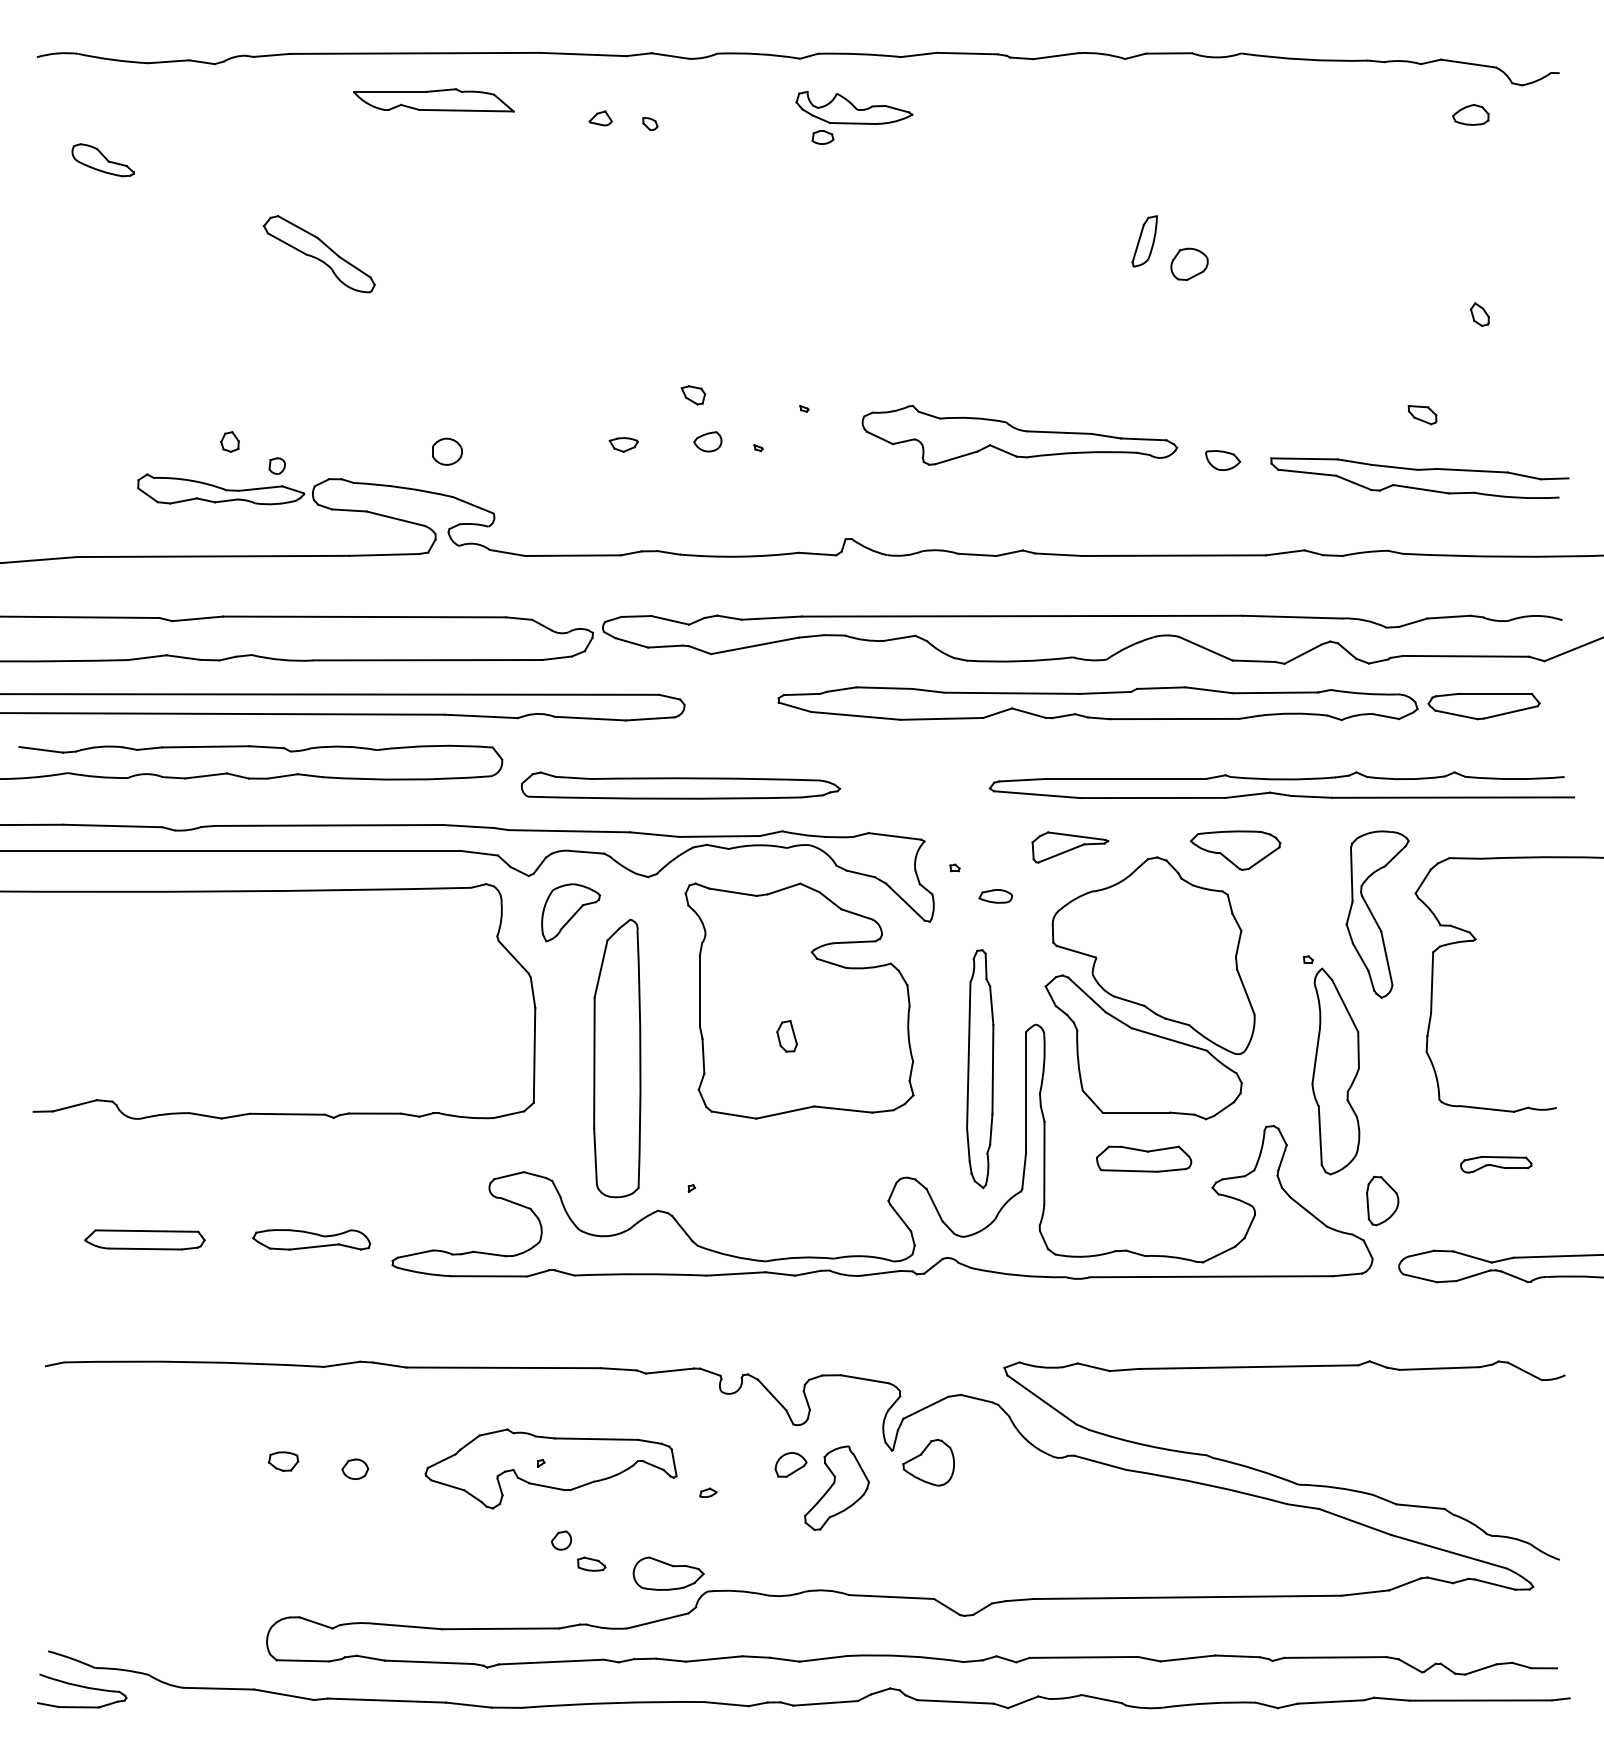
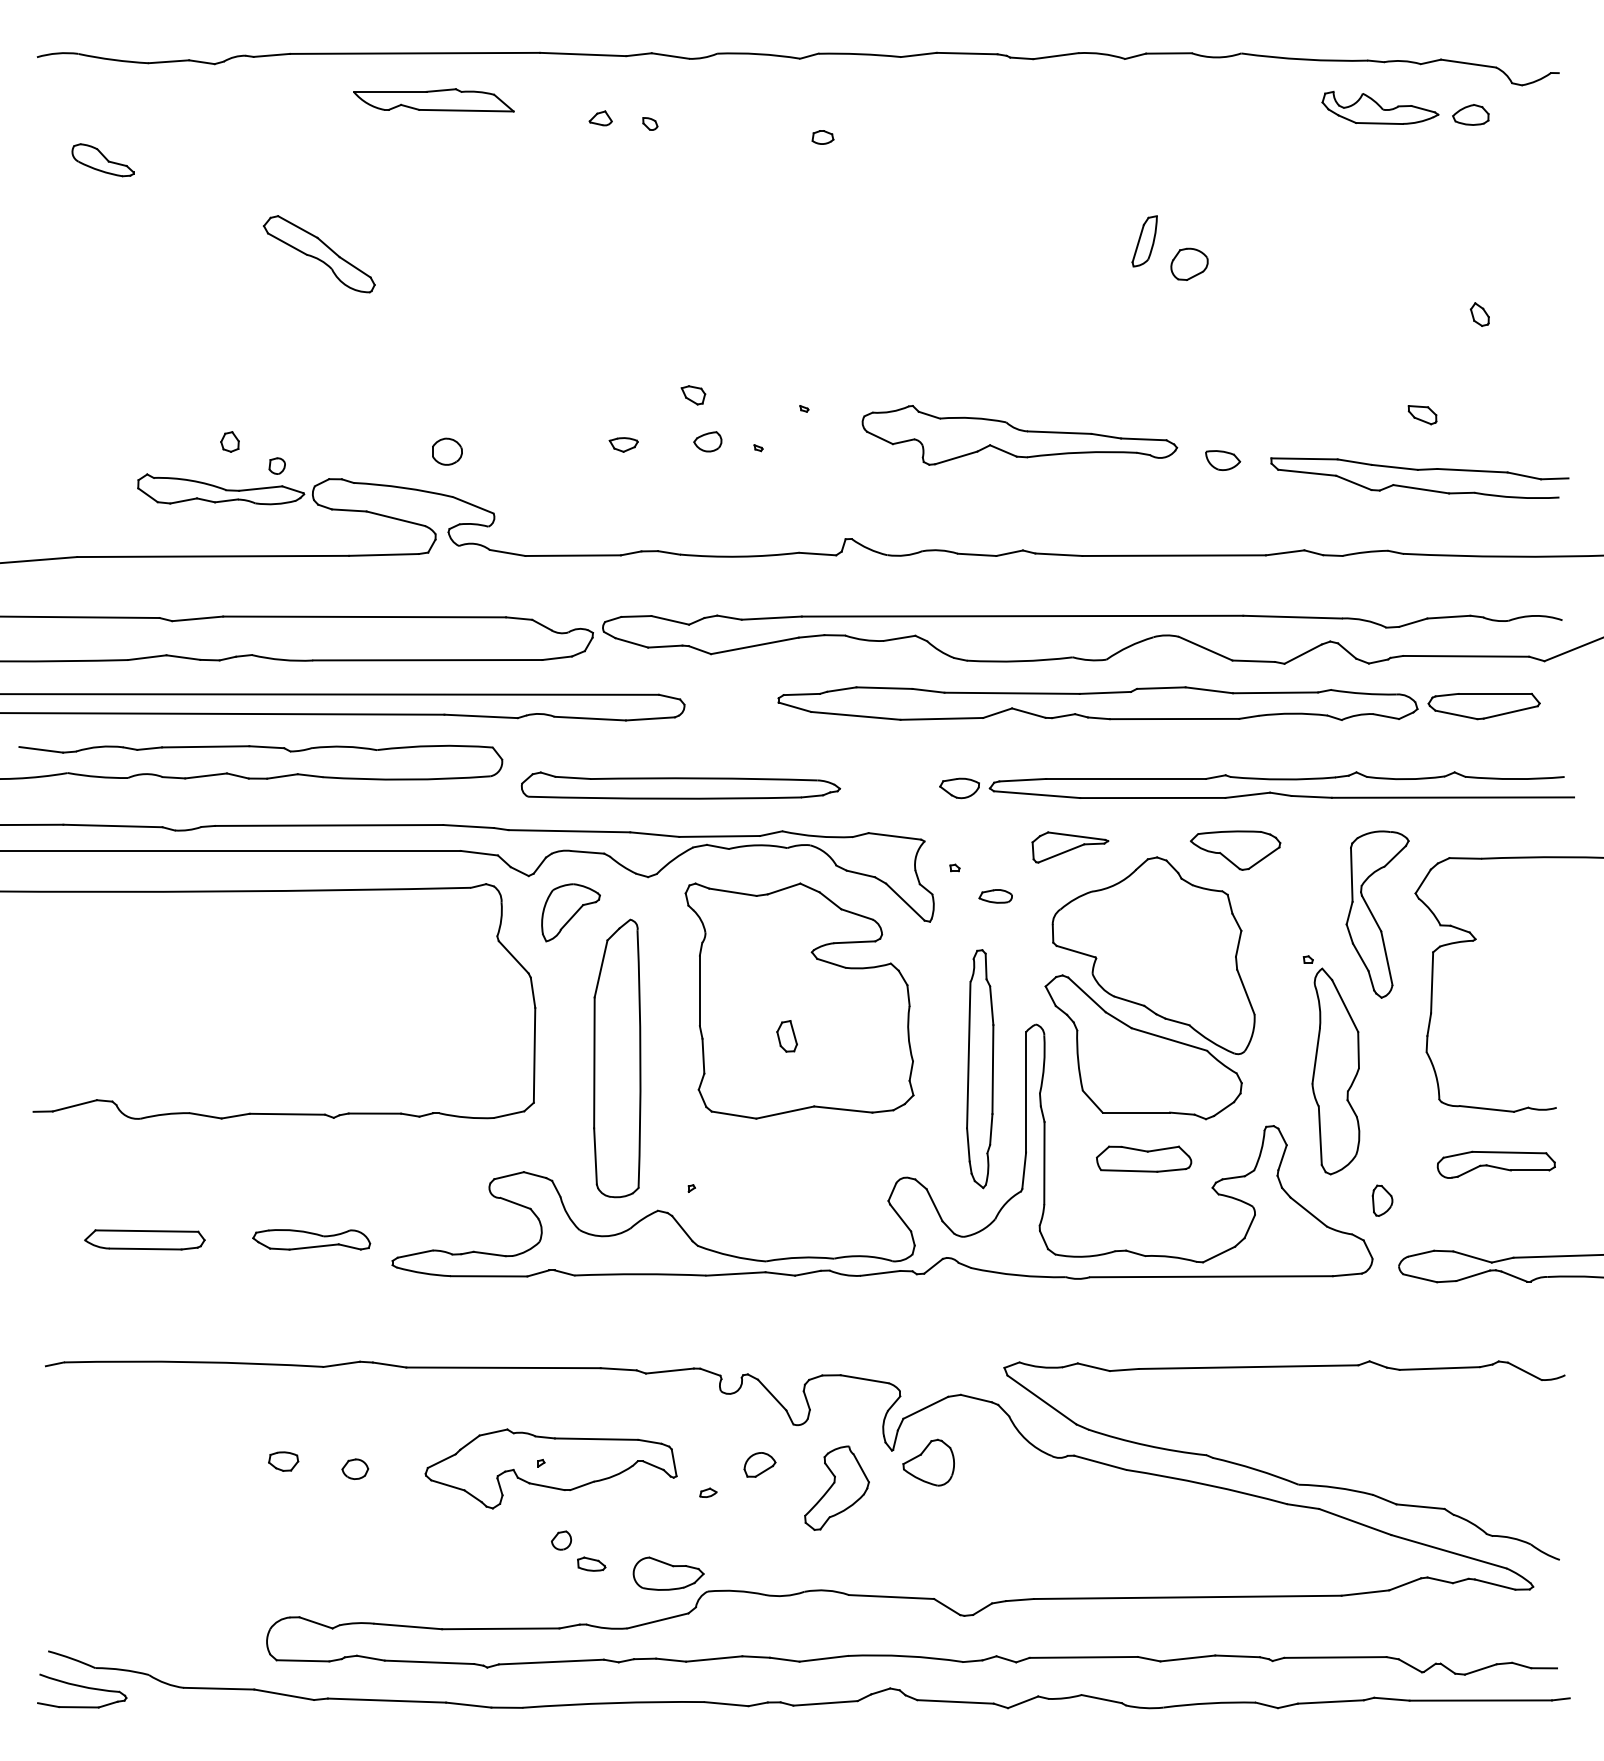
part at (854, 107) position: (854, 107) -> (1380, 107)
part at (959, 788): none -> present
part at (1496, 1164) size: 73x18 px -> 120x29 px
part at (1382, 1201) size: 34x51 px -> 23x33 px
part at (790, 1464) position: (790, 1464) -> (759, 1464)
